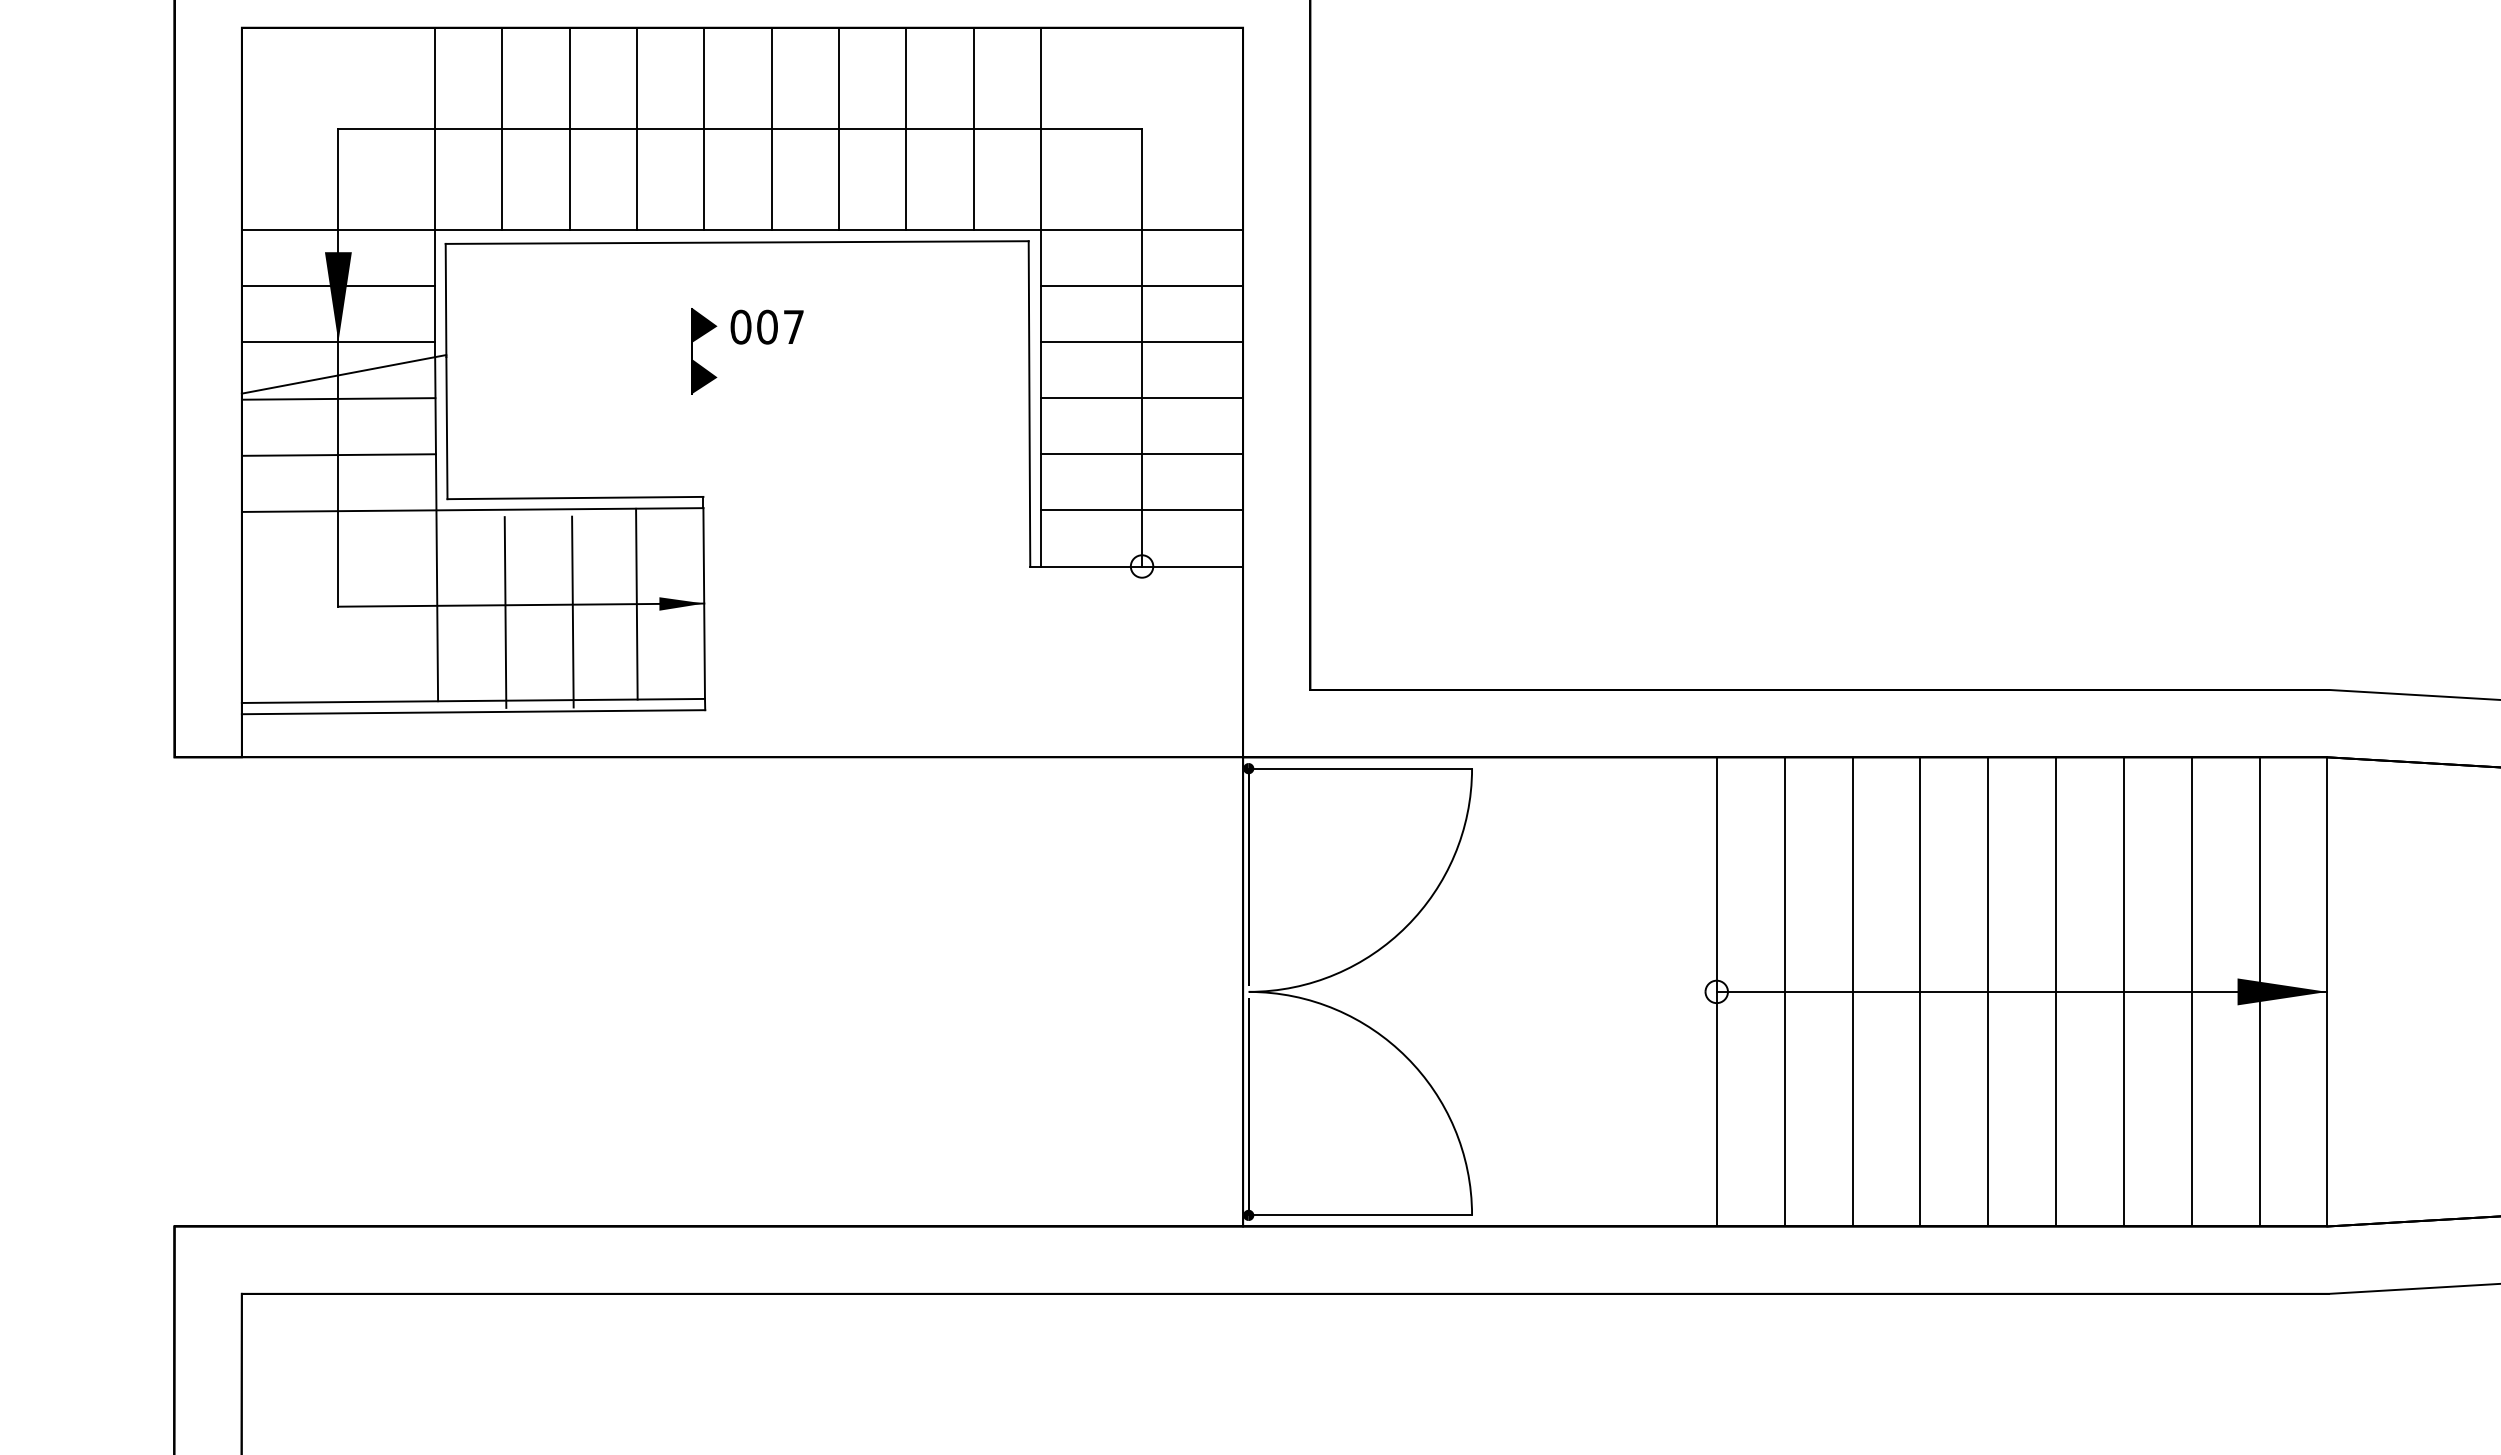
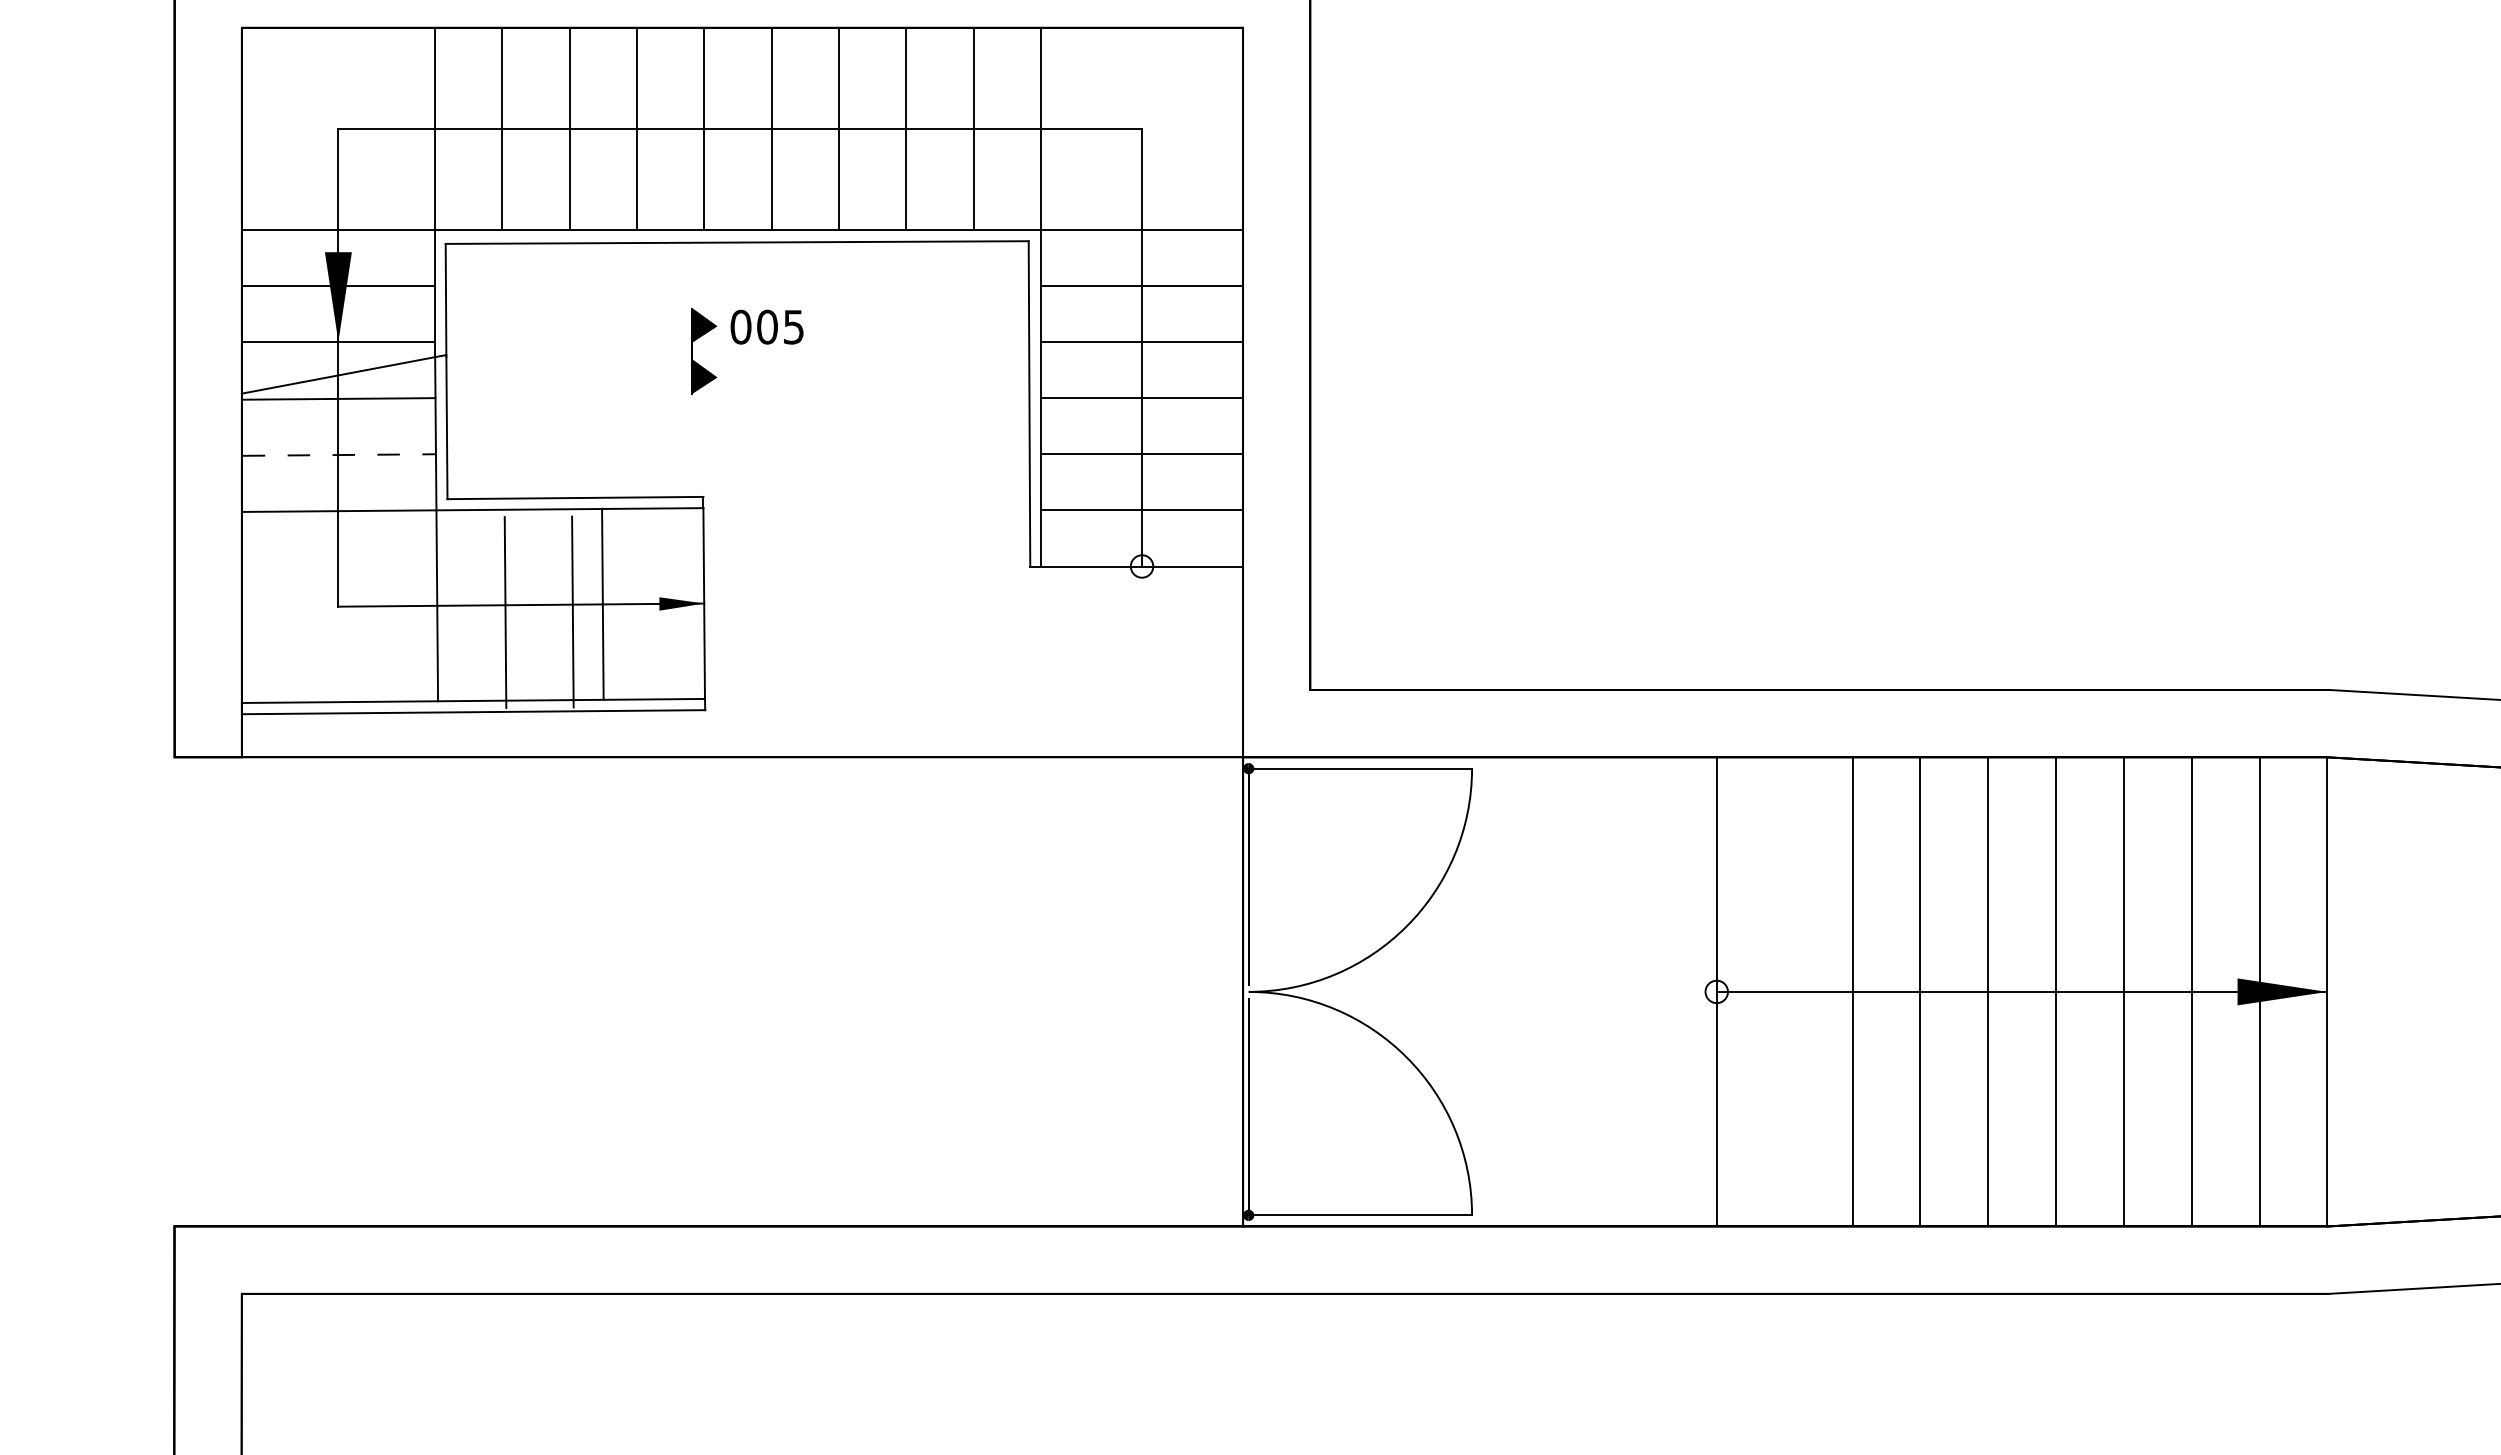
text at (793, 327): 007 -> 005
line at (339, 455): solid -> dashed
line at (636, 603) position: (636, 603) -> (602, 603)
line at (1784, 991): present -> none
